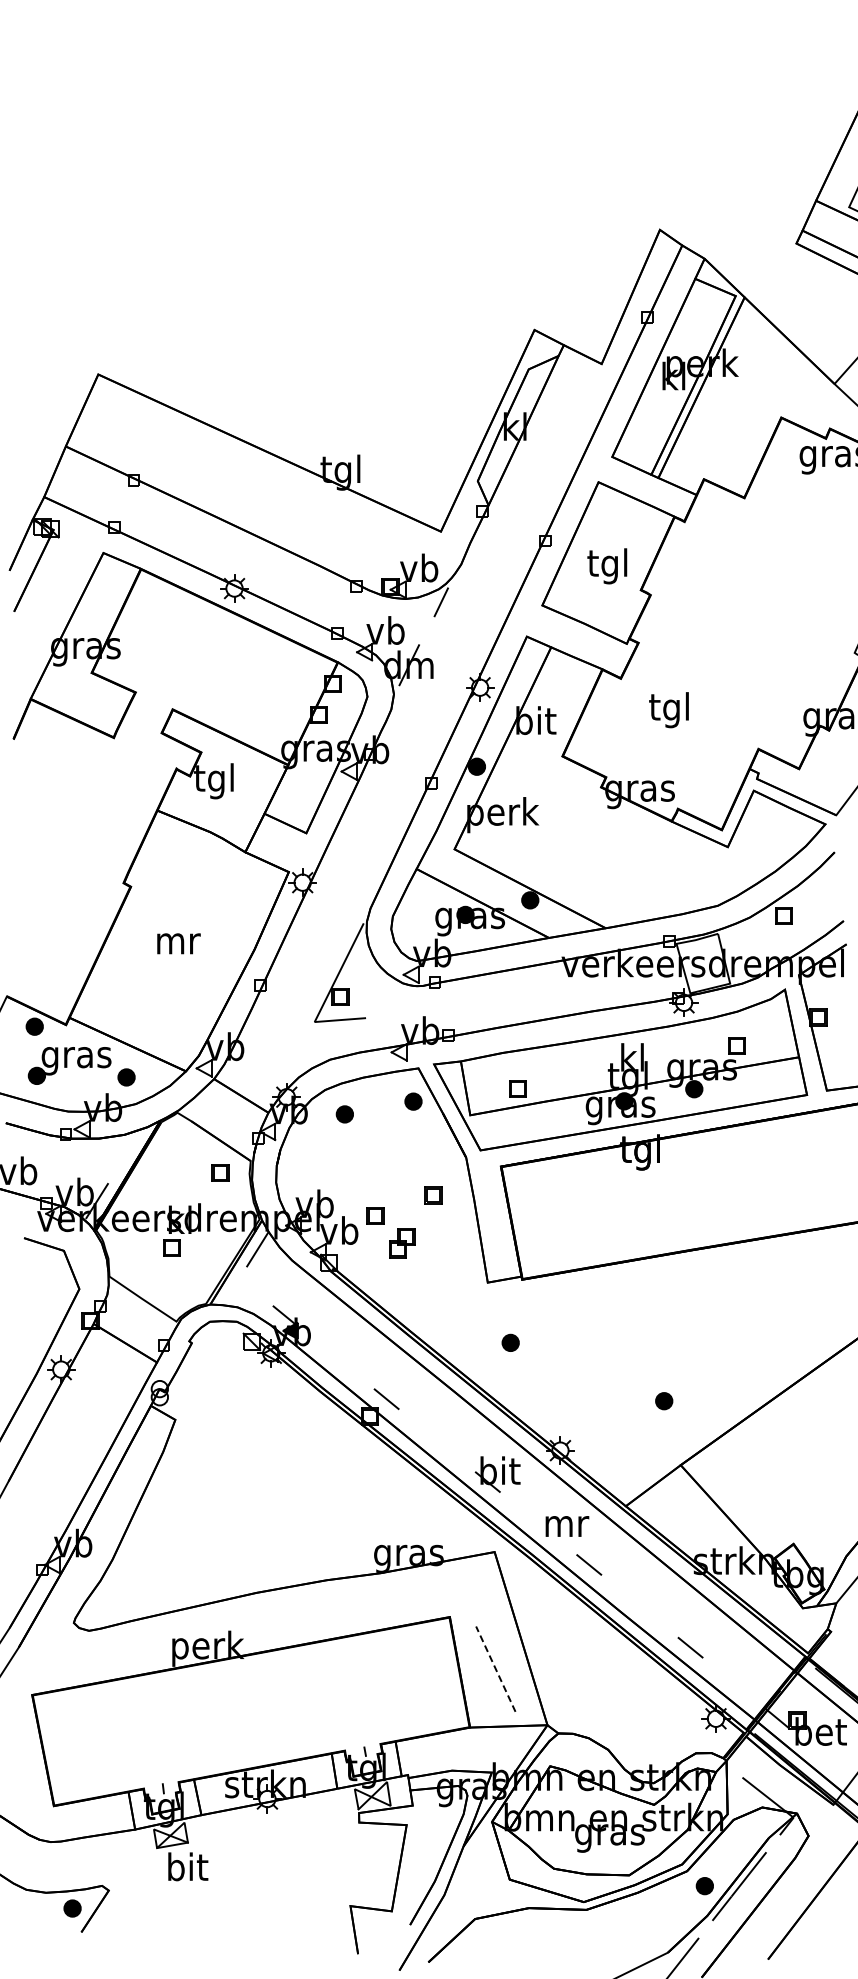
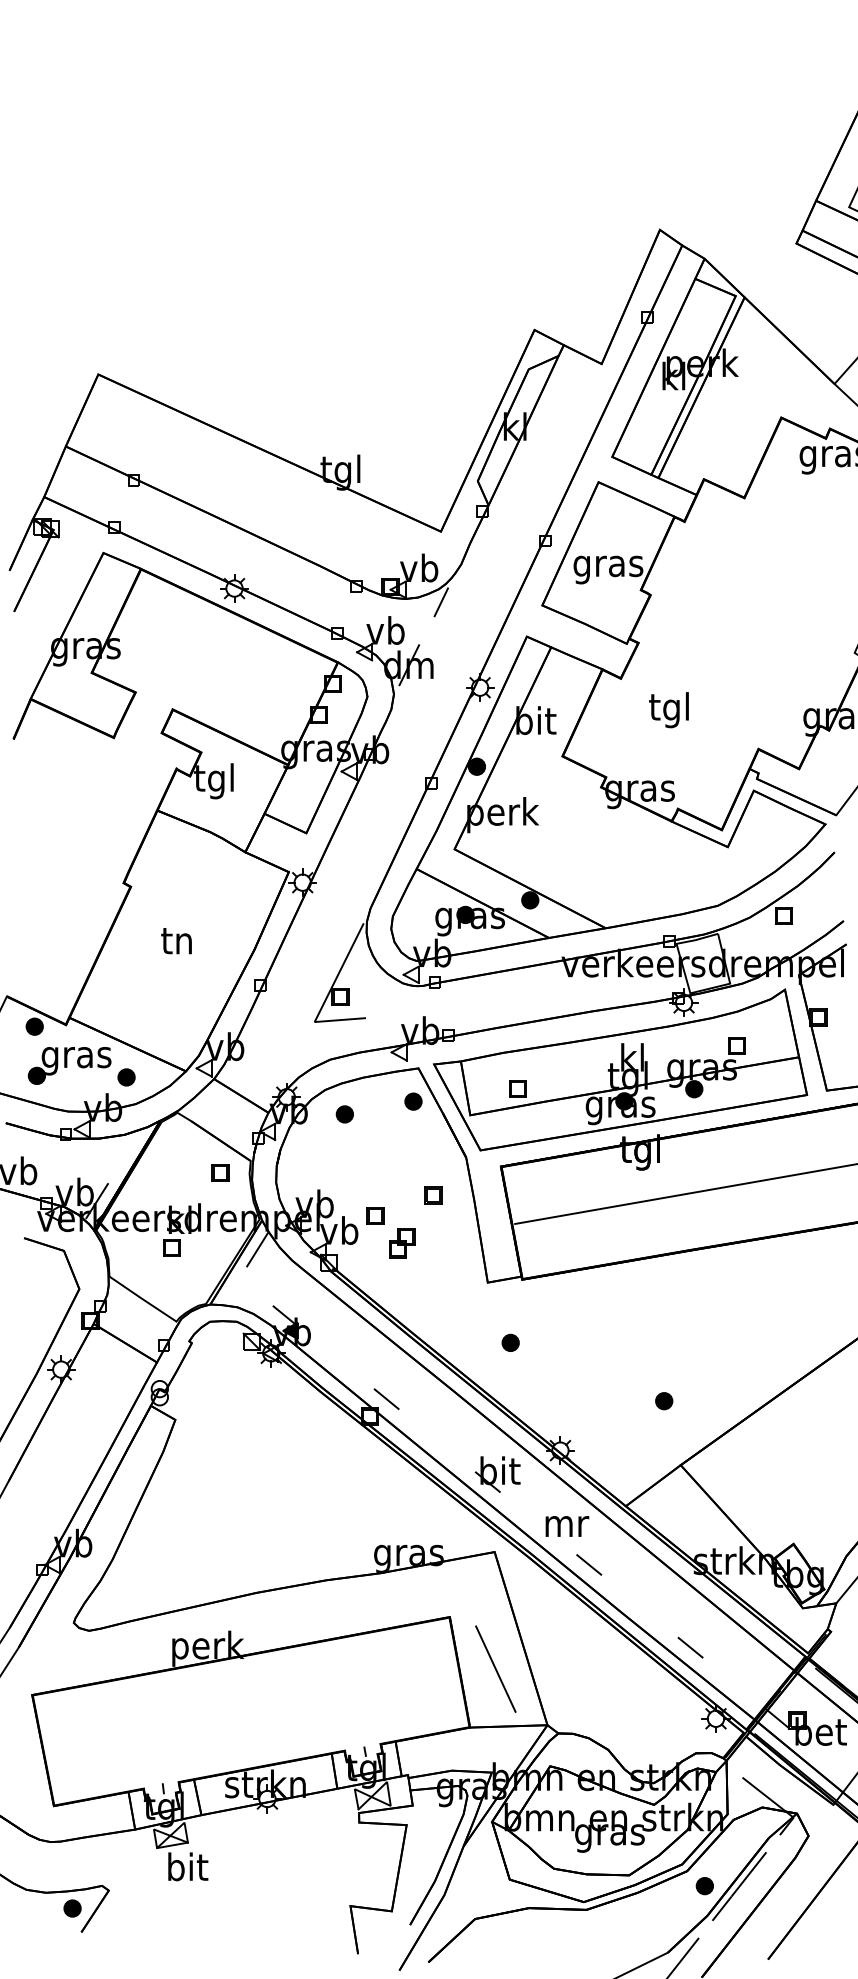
text at (608, 566): tgl -> gras
text at (178, 941): mr -> tn
line at (684, 1193): none -> present
line at (495, 1669): dashed -> solid
